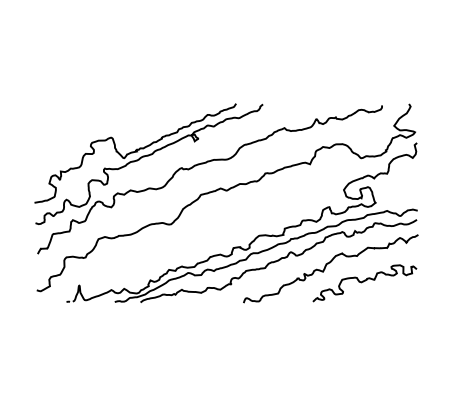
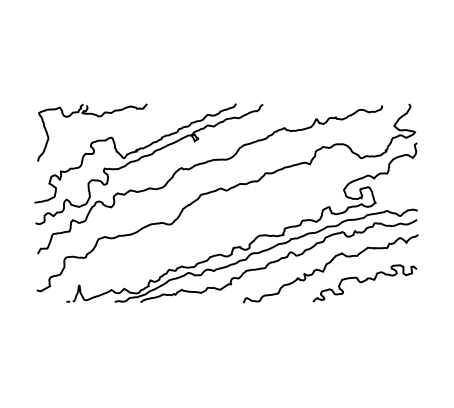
part at (98, 117): none -> present
